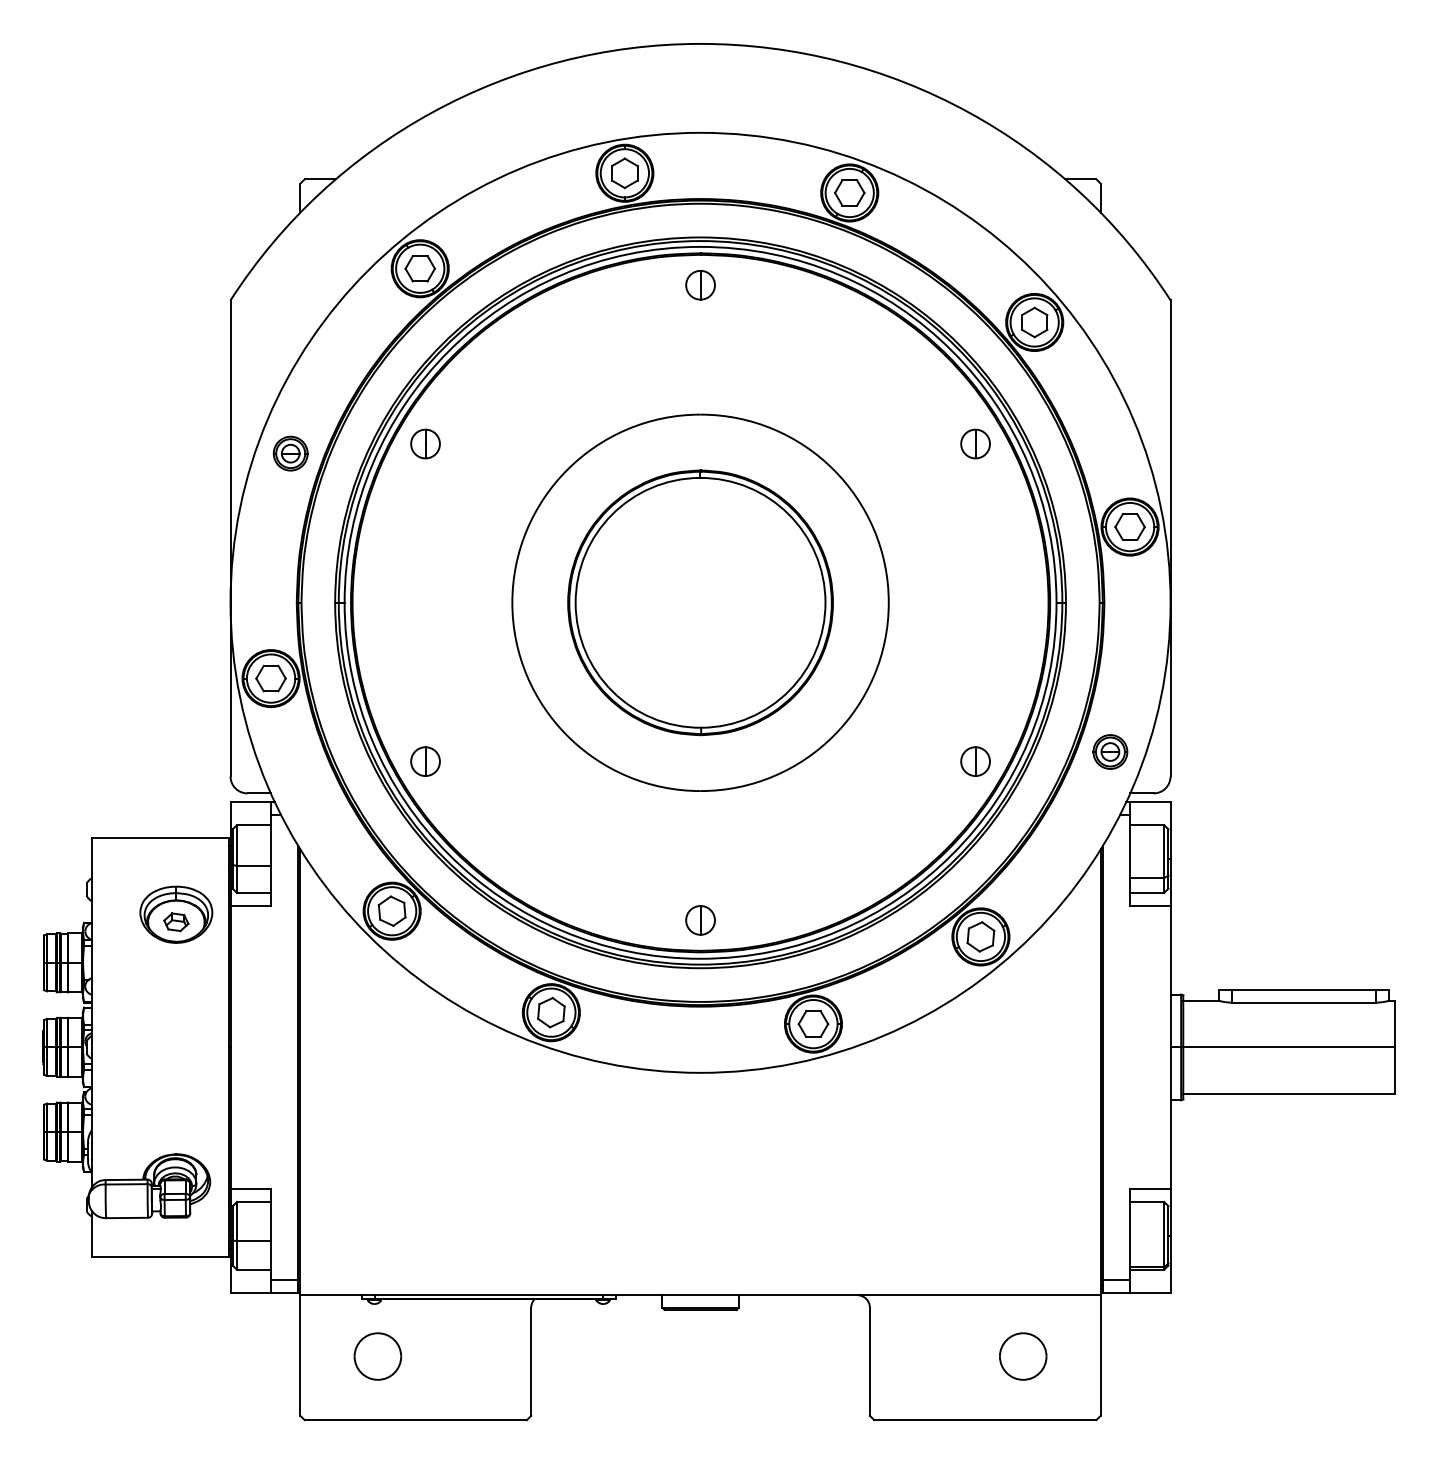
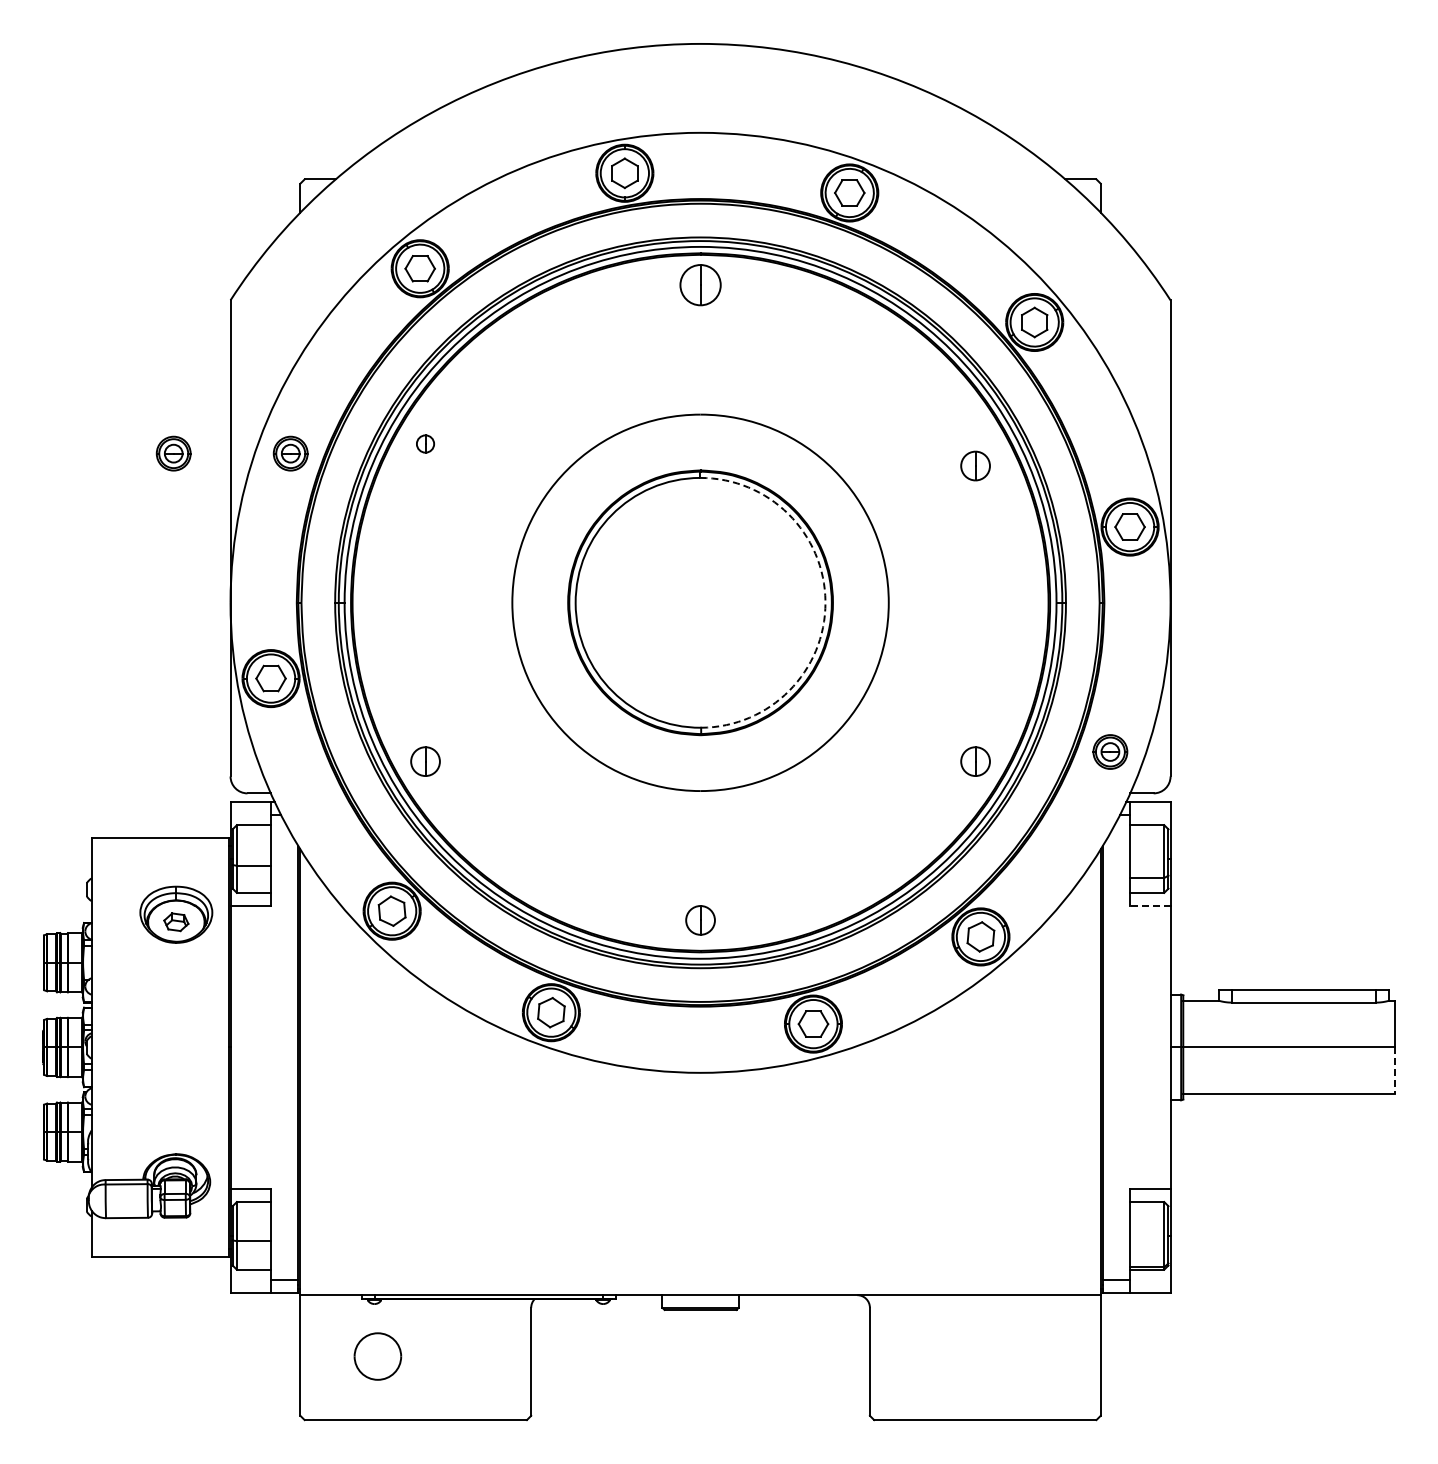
part at (700, 285) size: 31x31 px -> 43x43 px
part at (425, 443) size: 31x32 px -> 19x20 px
part at (975, 443) position: (975, 443) -> (975, 465)
part at (173, 453): none -> present
arc at (825, 602): solid -> dashed
line at (1149, 905): solid -> dashed
line at (1395, 1071): solid -> dashed
part at (1023, 1356): present -> none
